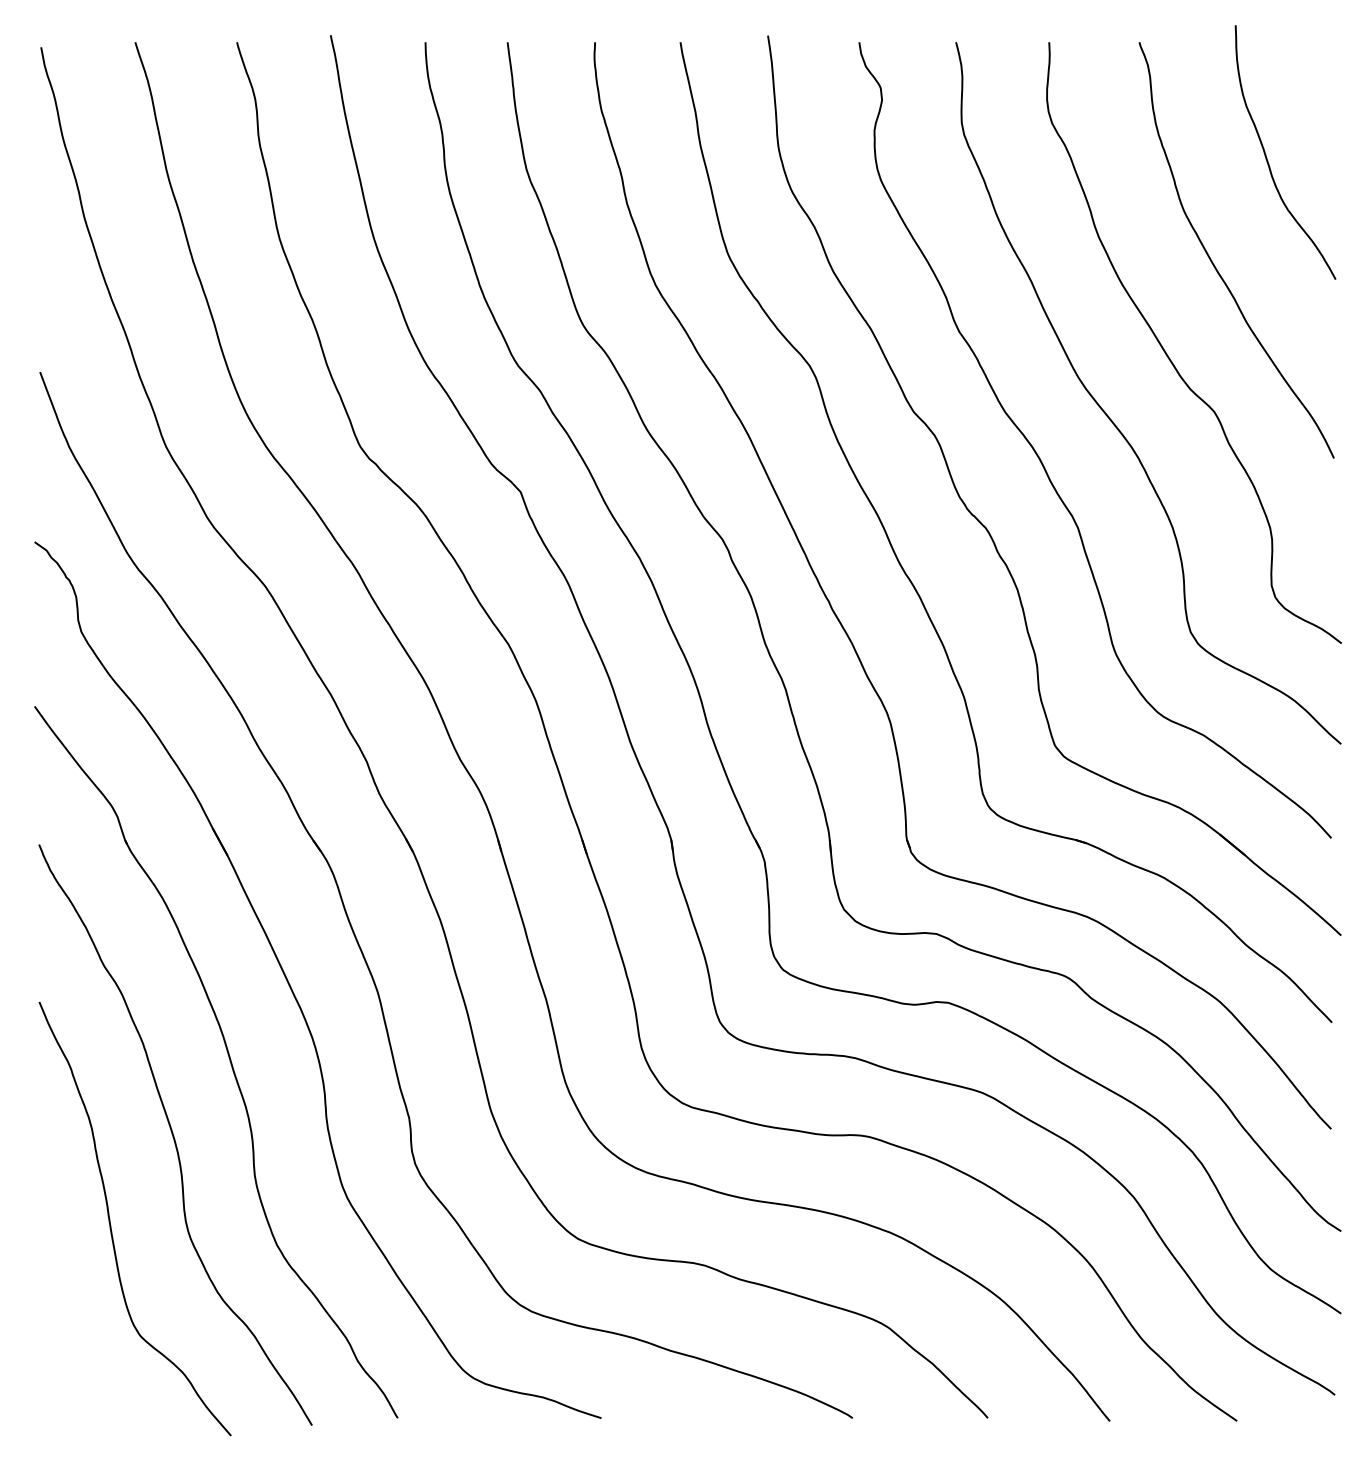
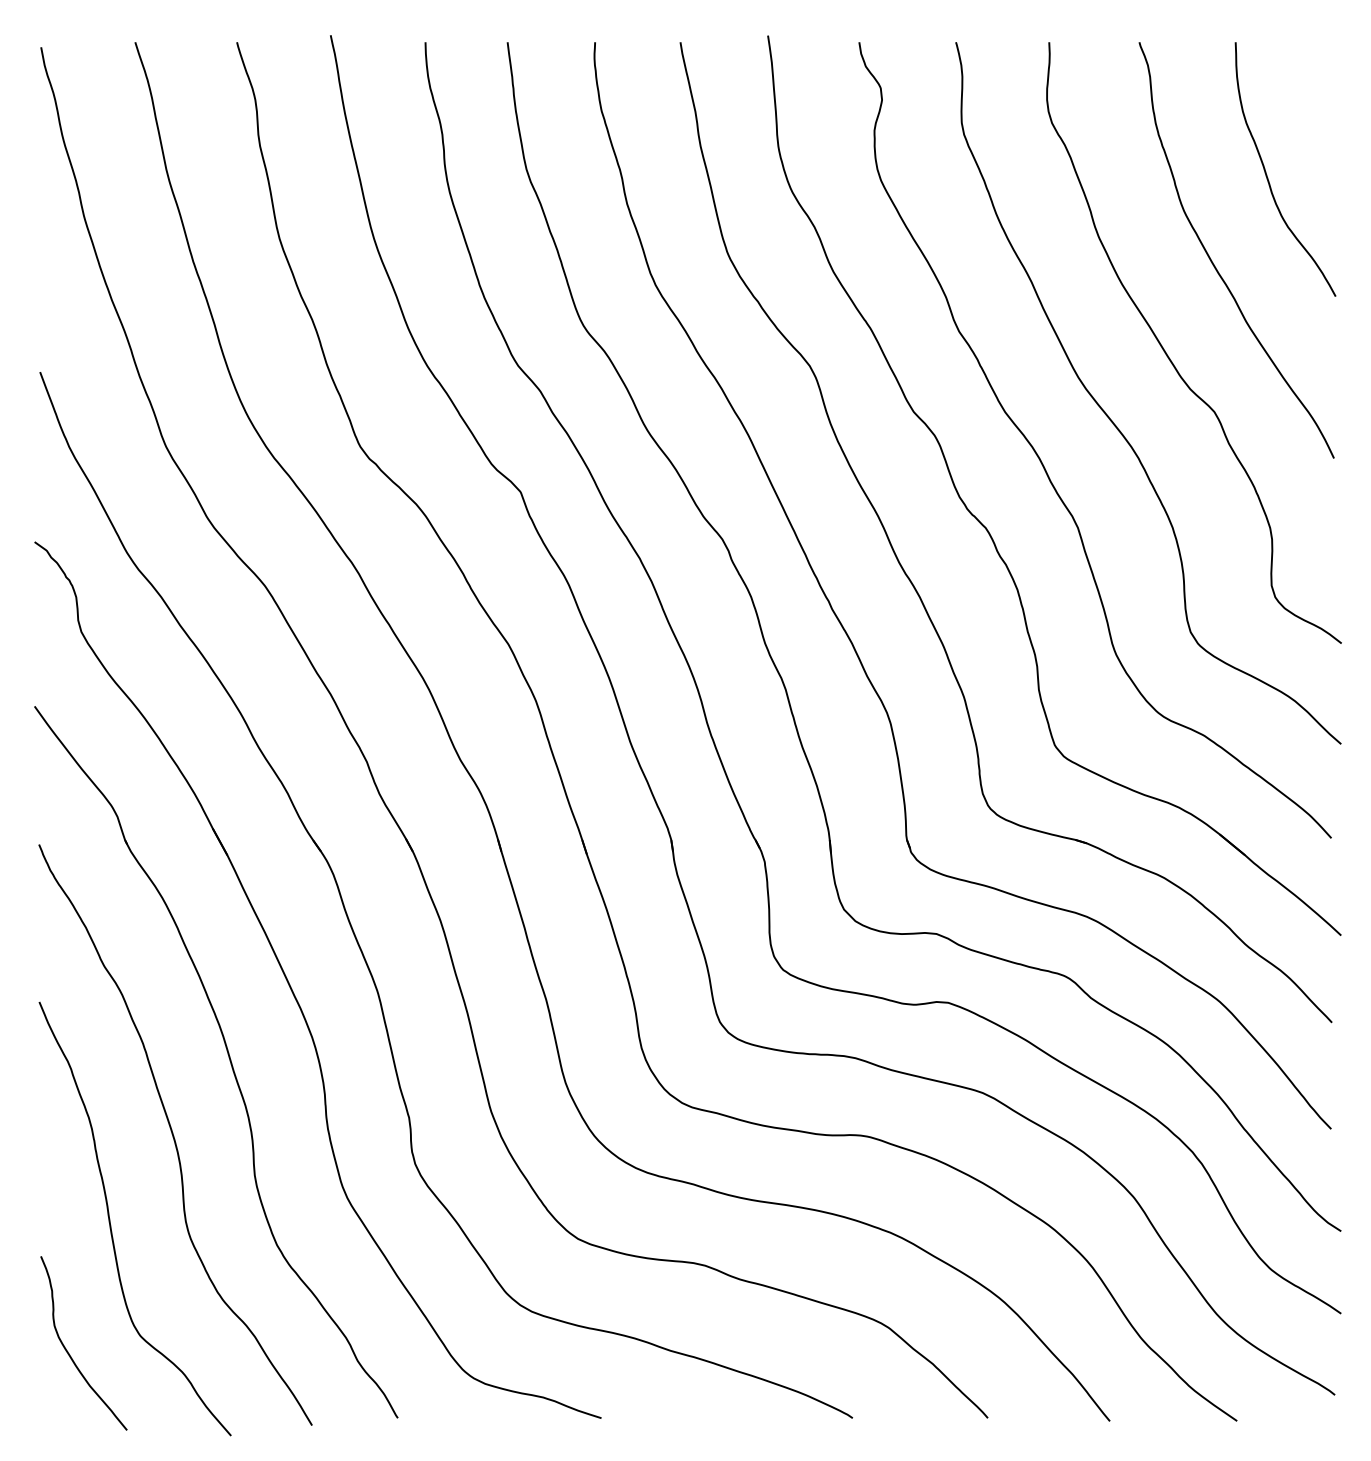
curve at (1267, 157) position: (1267, 157) -> (1267, 174)
curve at (68, 1351): none -> present
